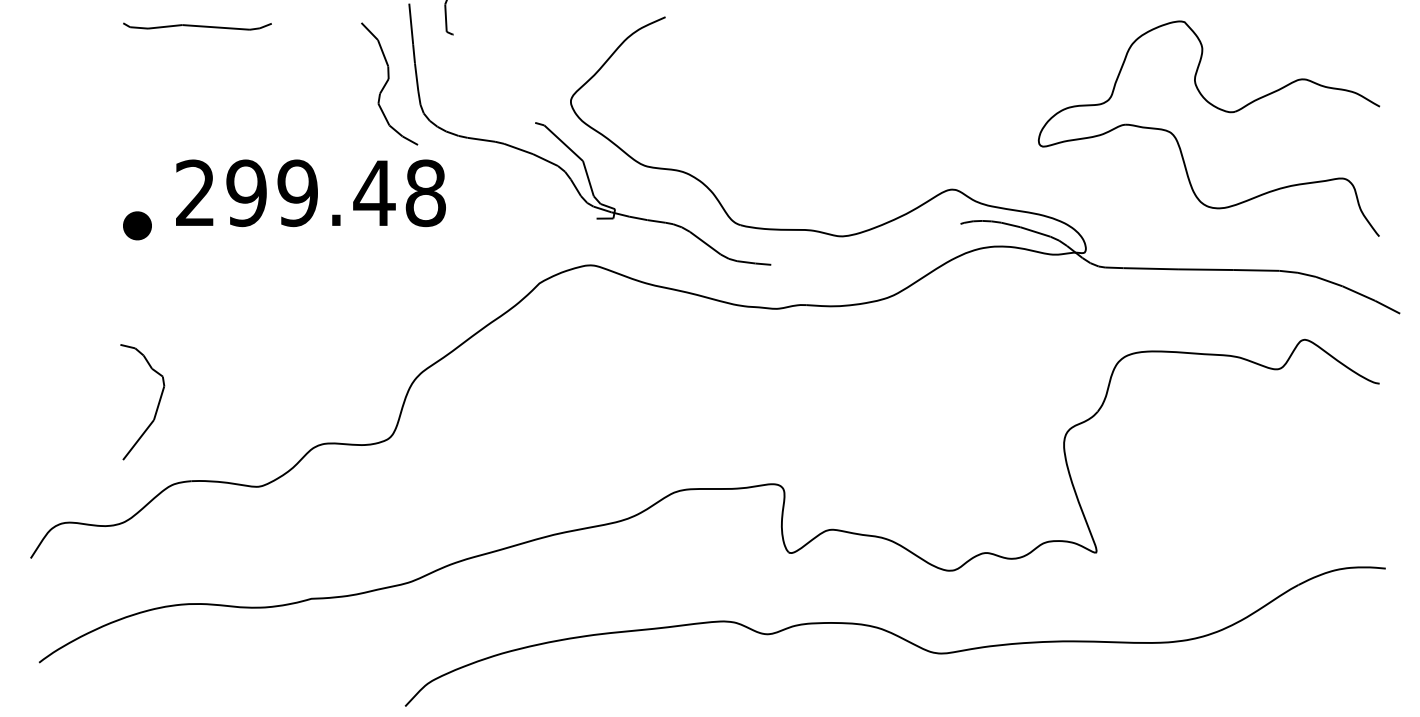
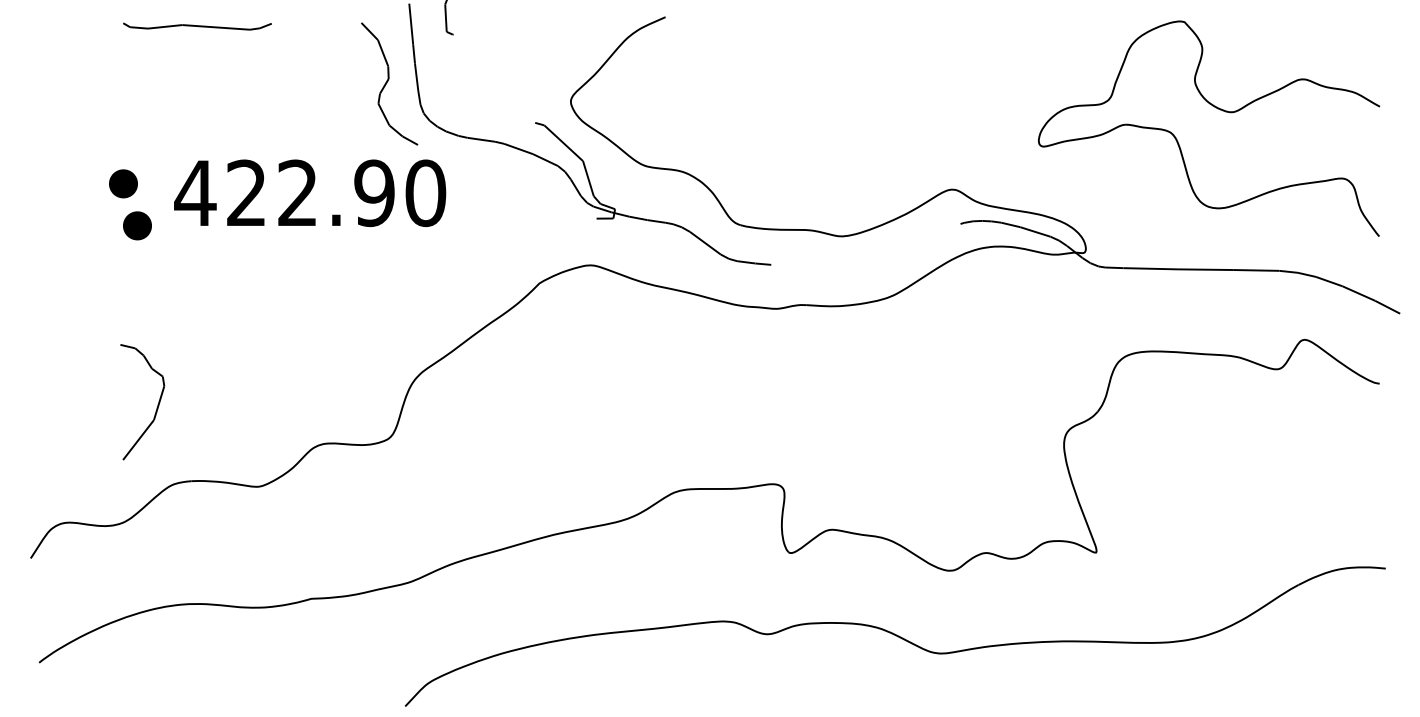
part at (123, 183): none -> present
text at (310, 193): 299.48 -> 422.90
